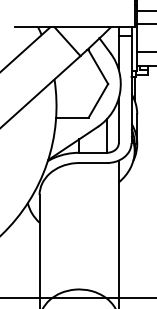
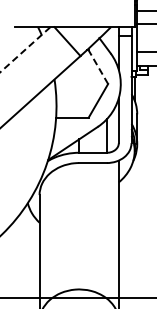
line at (25, 49): solid -> dashed
line at (98, 66): solid -> dashed
